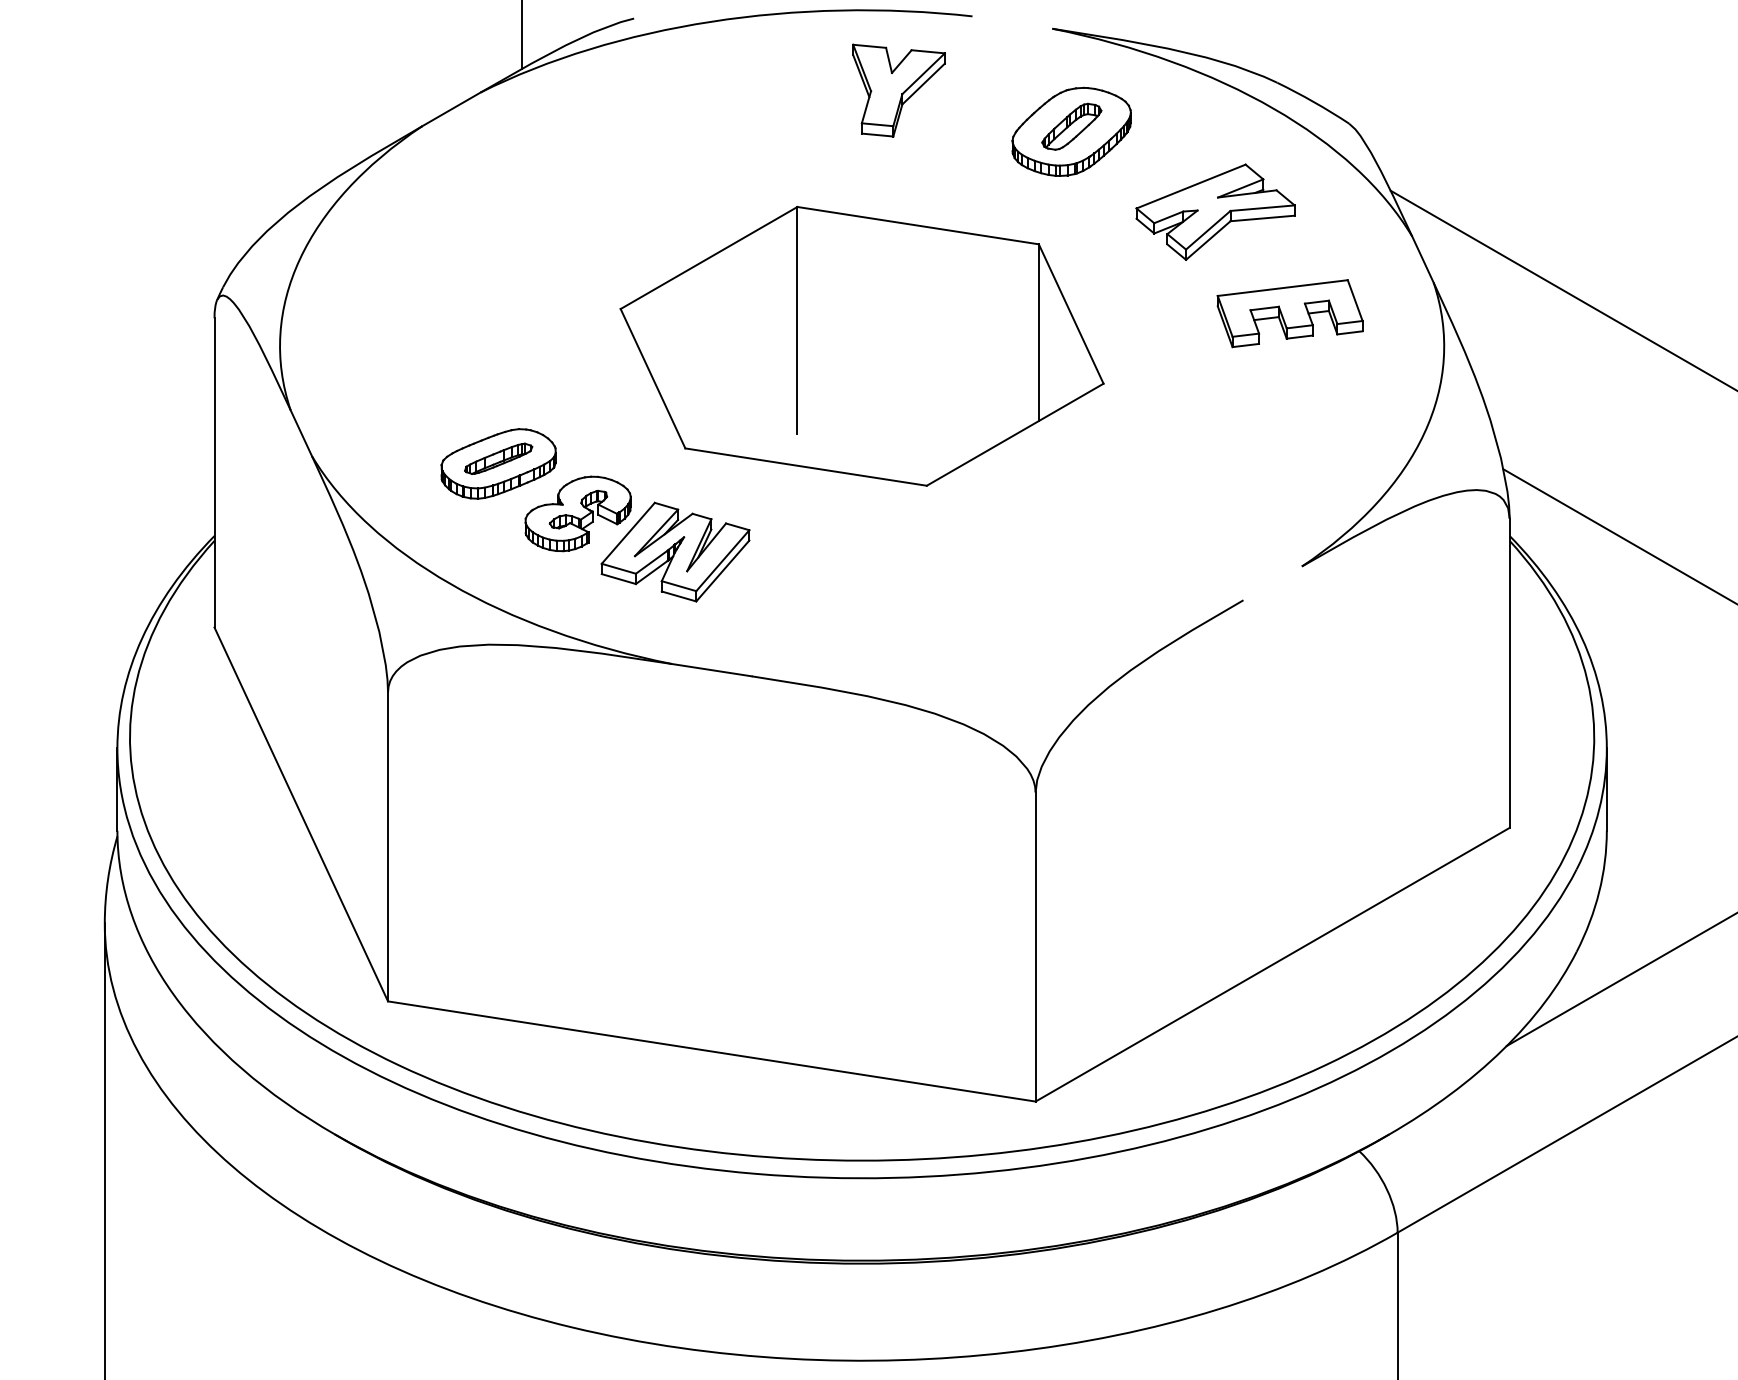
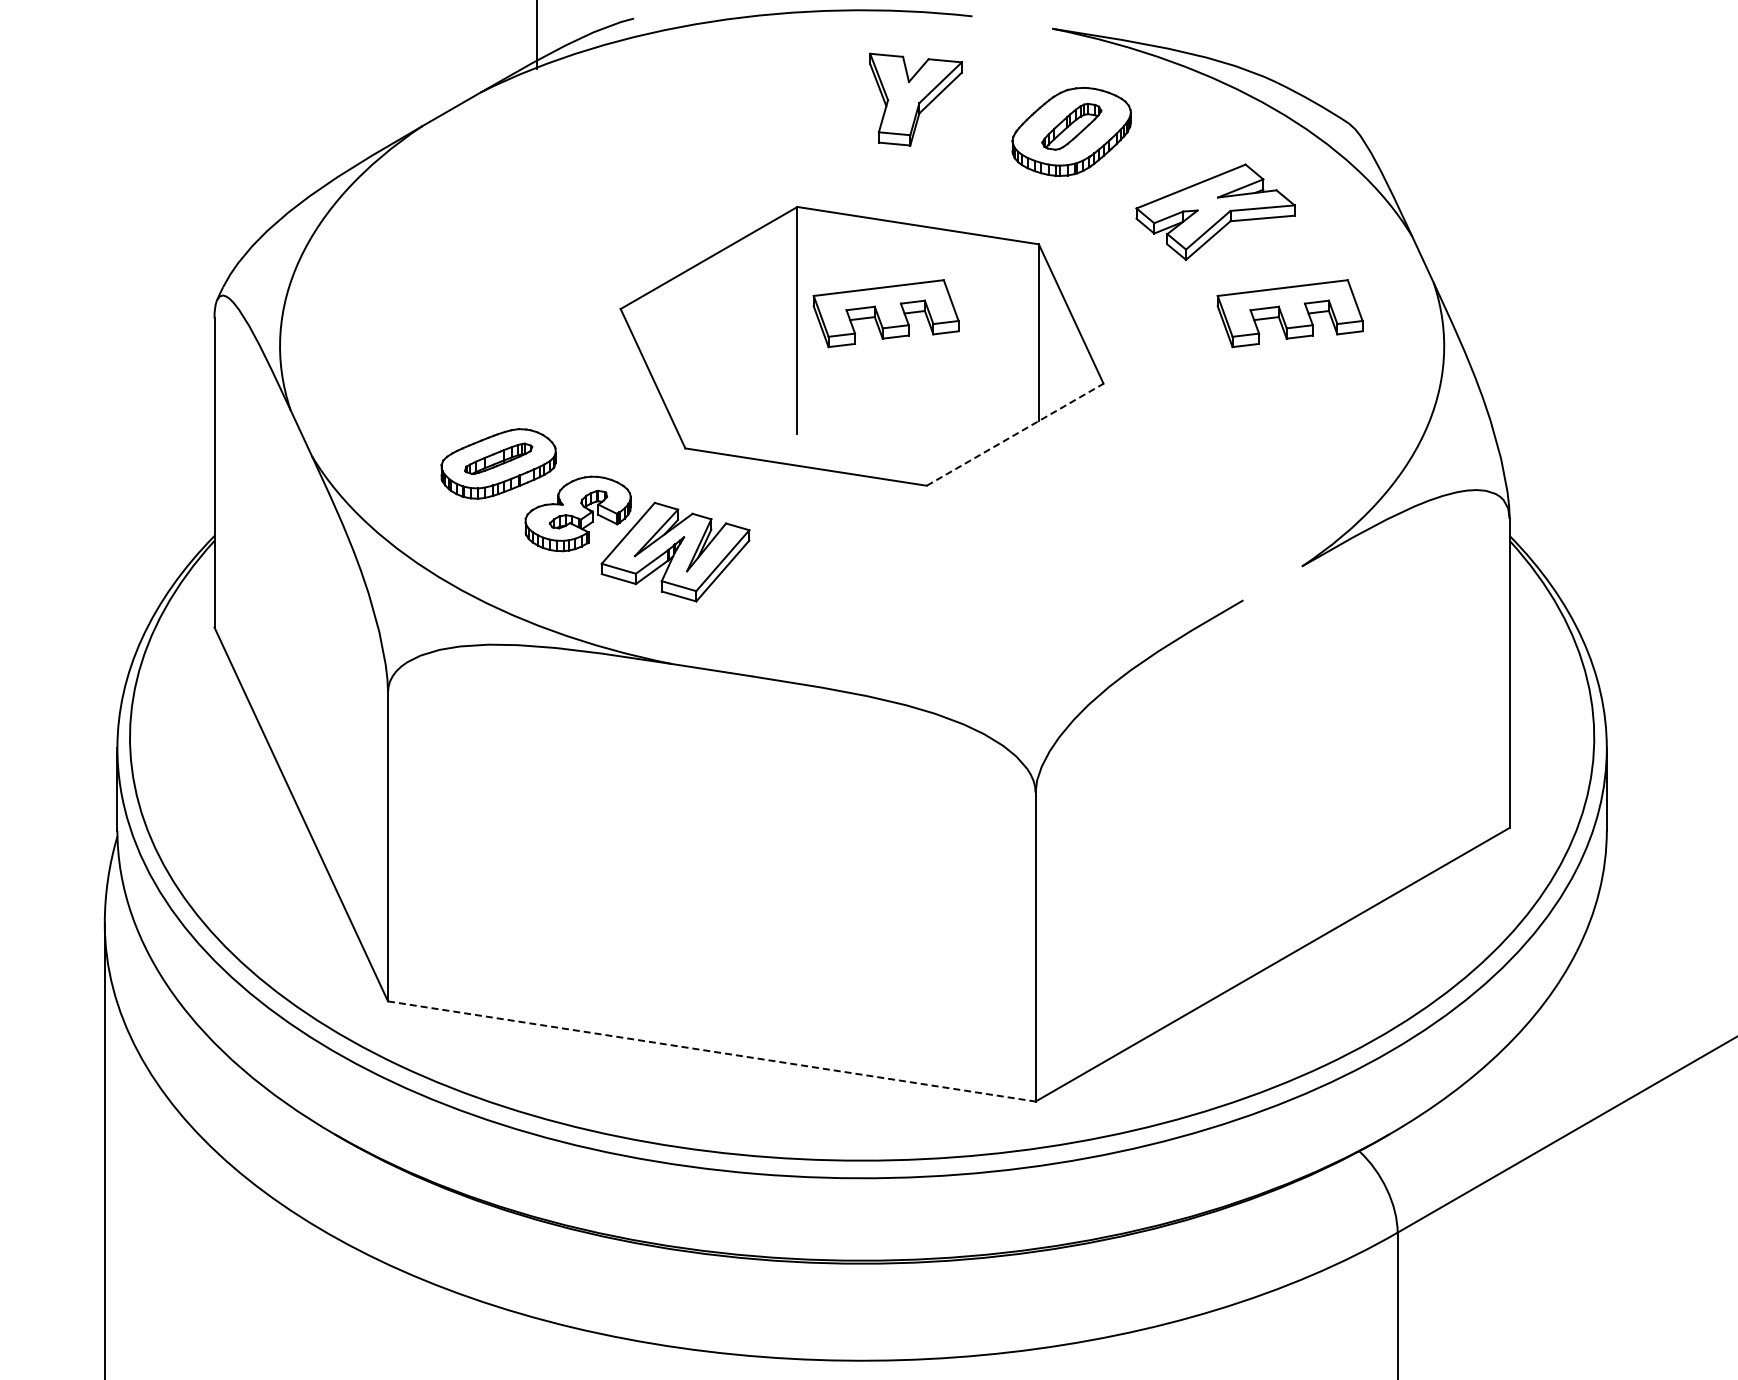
line at (521, 35) position: (521, 35) -> (536, 35)
part at (898, 90) position: (898, 90) -> (915, 99)
line at (1562, 289): present -> none
part at (885, 313): none -> present
line at (1015, 434): solid -> dashed
line at (1618, 535): present -> none
line at (1620, 979): present -> none
line at (711, 1051): solid -> dashed
